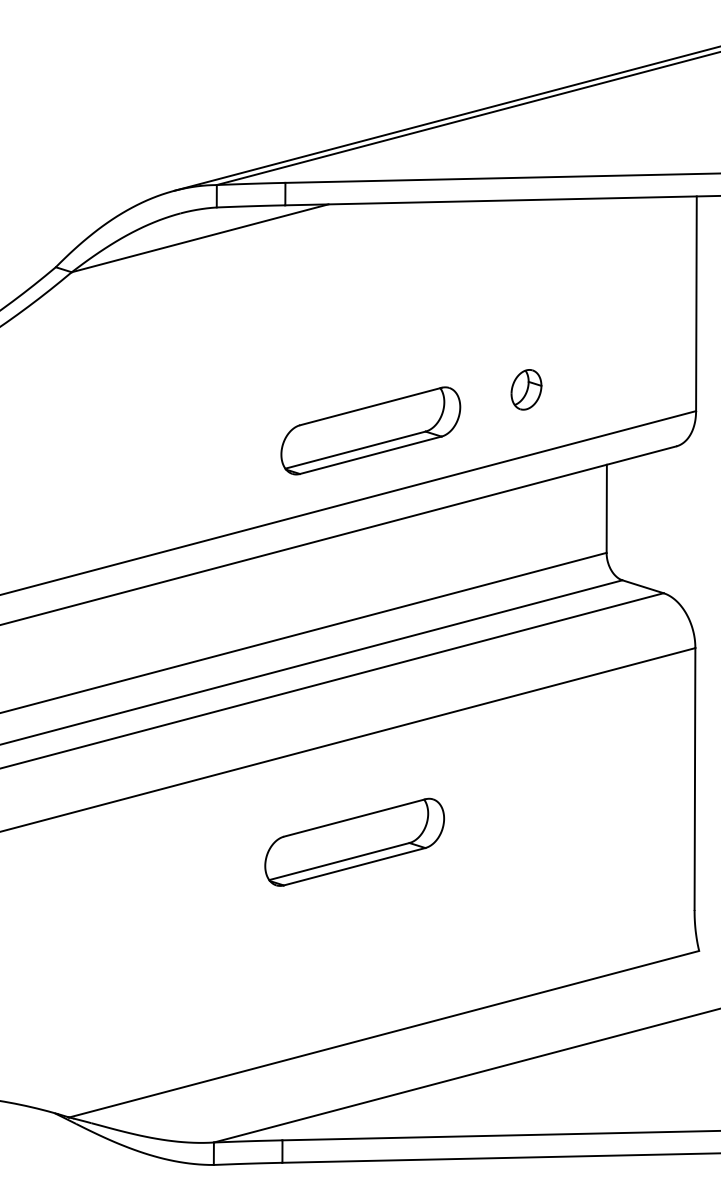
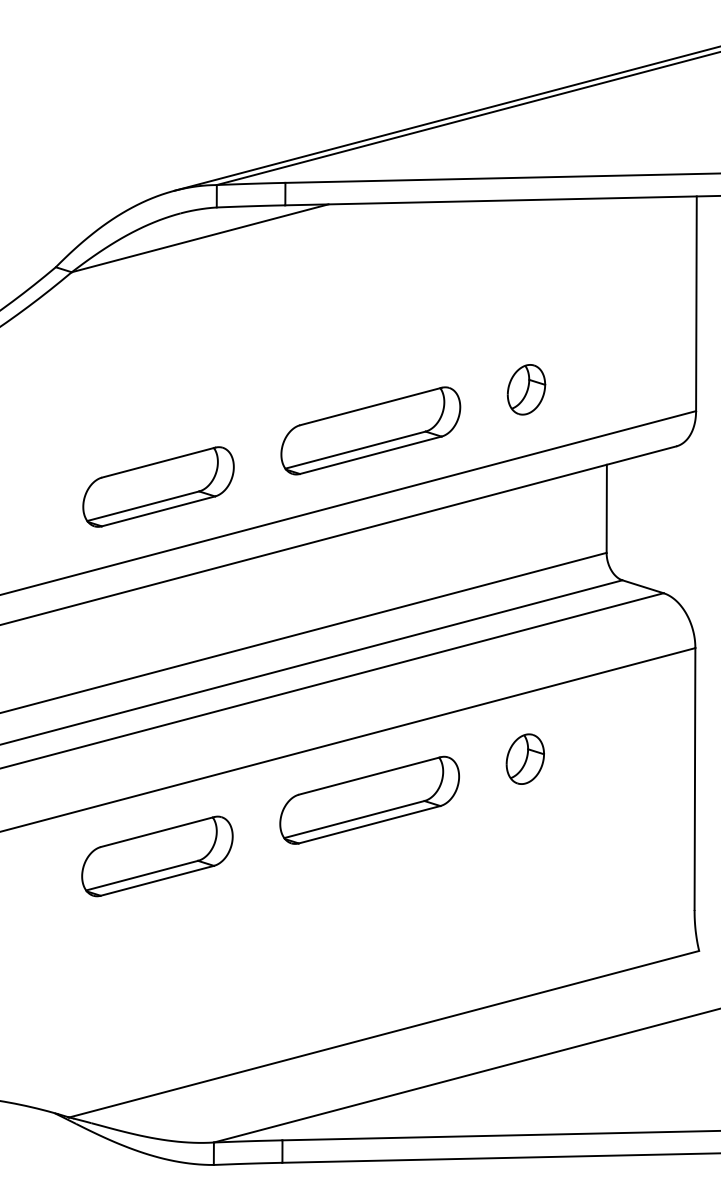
part at (526, 389) size: 33x42 px -> 41x52 px
part at (158, 486): none -> present
part at (524, 758): none -> present
part at (354, 841) position: (354, 841) -> (369, 799)
part at (157, 856): none -> present
